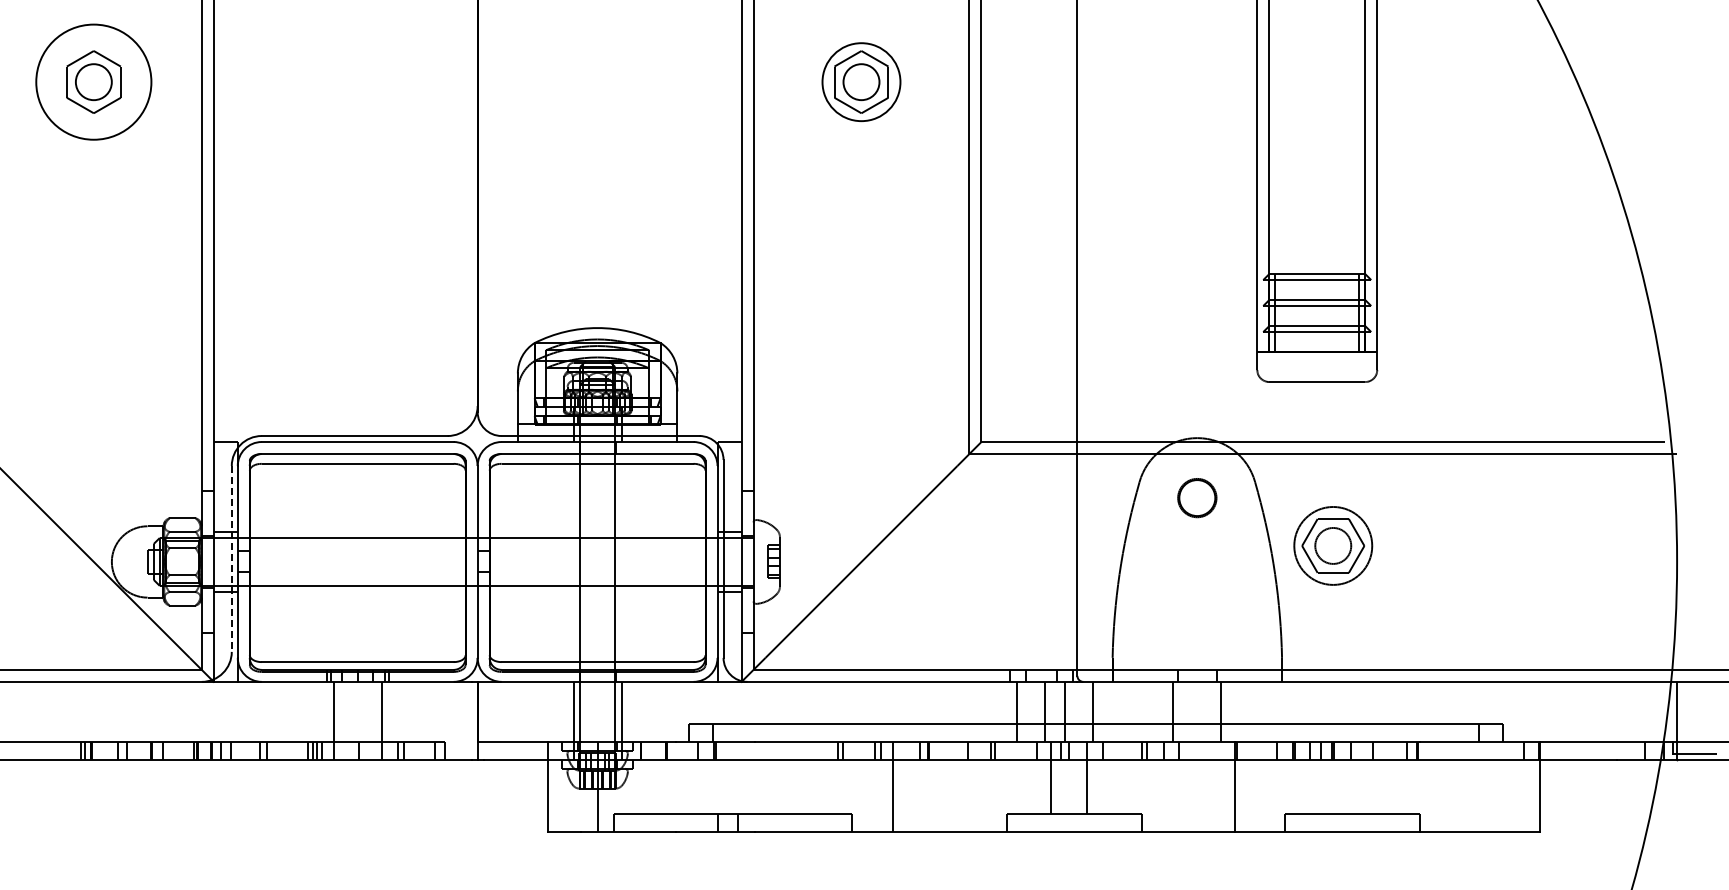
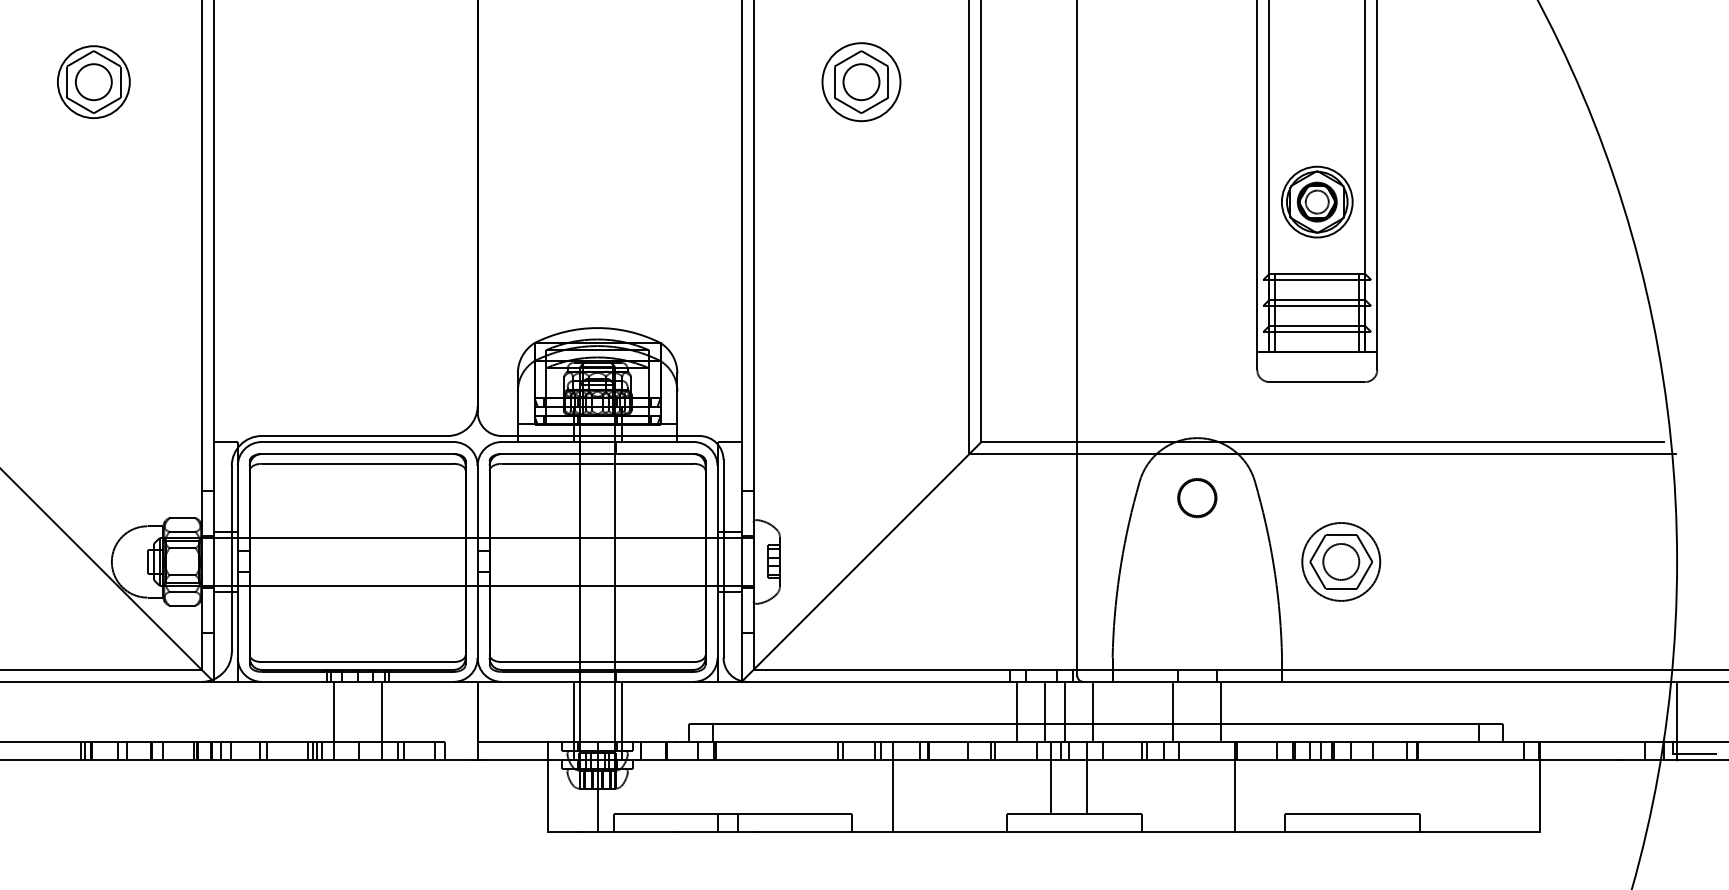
circle at (93, 81) diameter: 115 px -> 72 px
part at (1317, 201): none -> present
part at (1333, 545) position: (1333, 545) -> (1341, 561)
line at (231, 558): dashed -> solid
